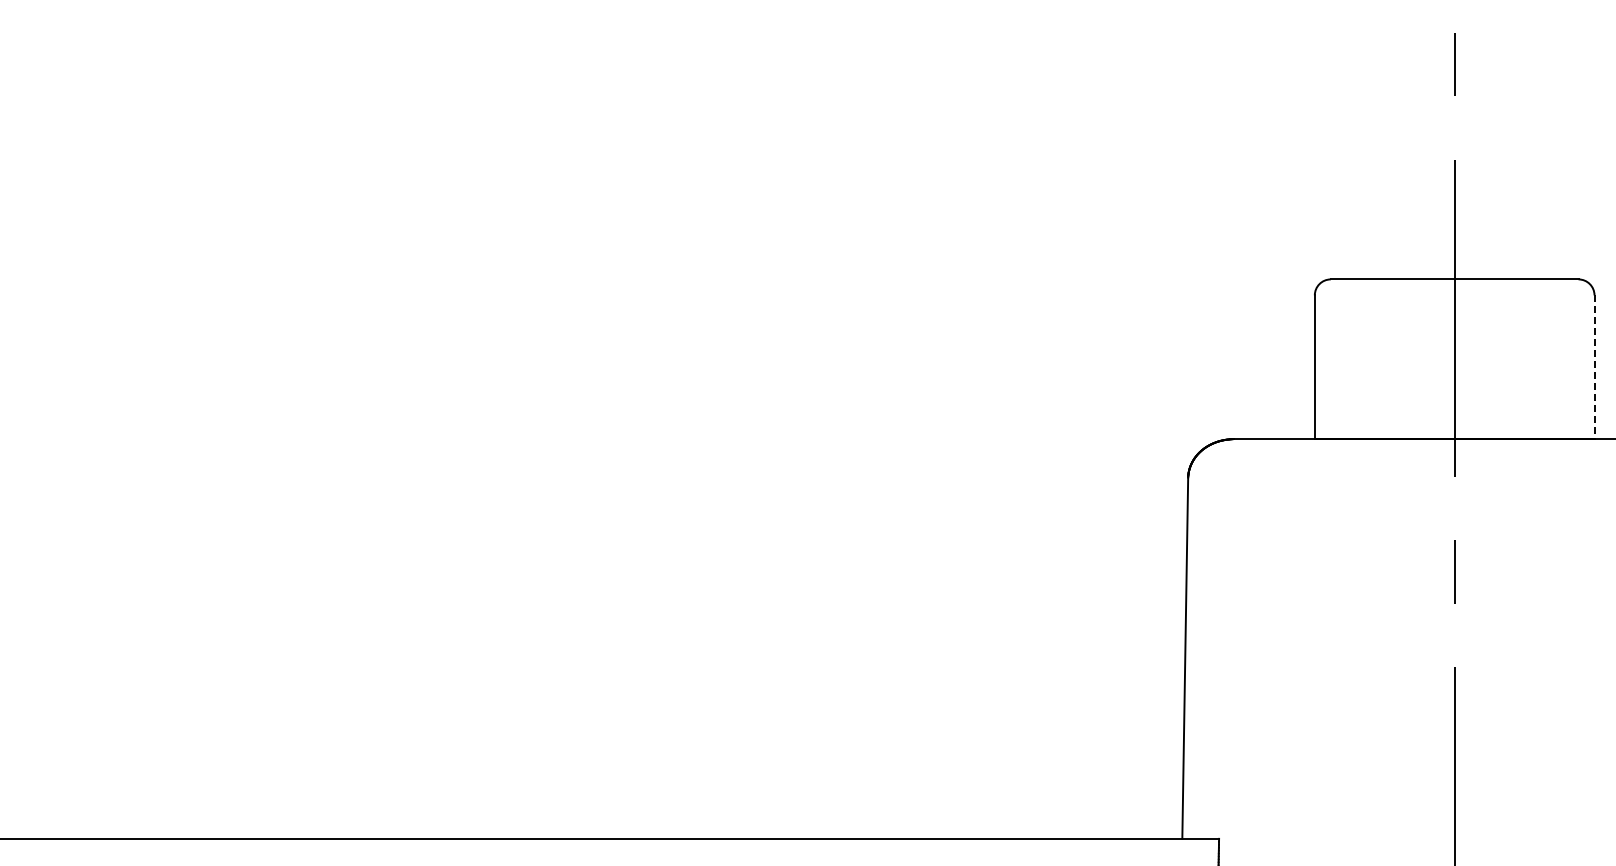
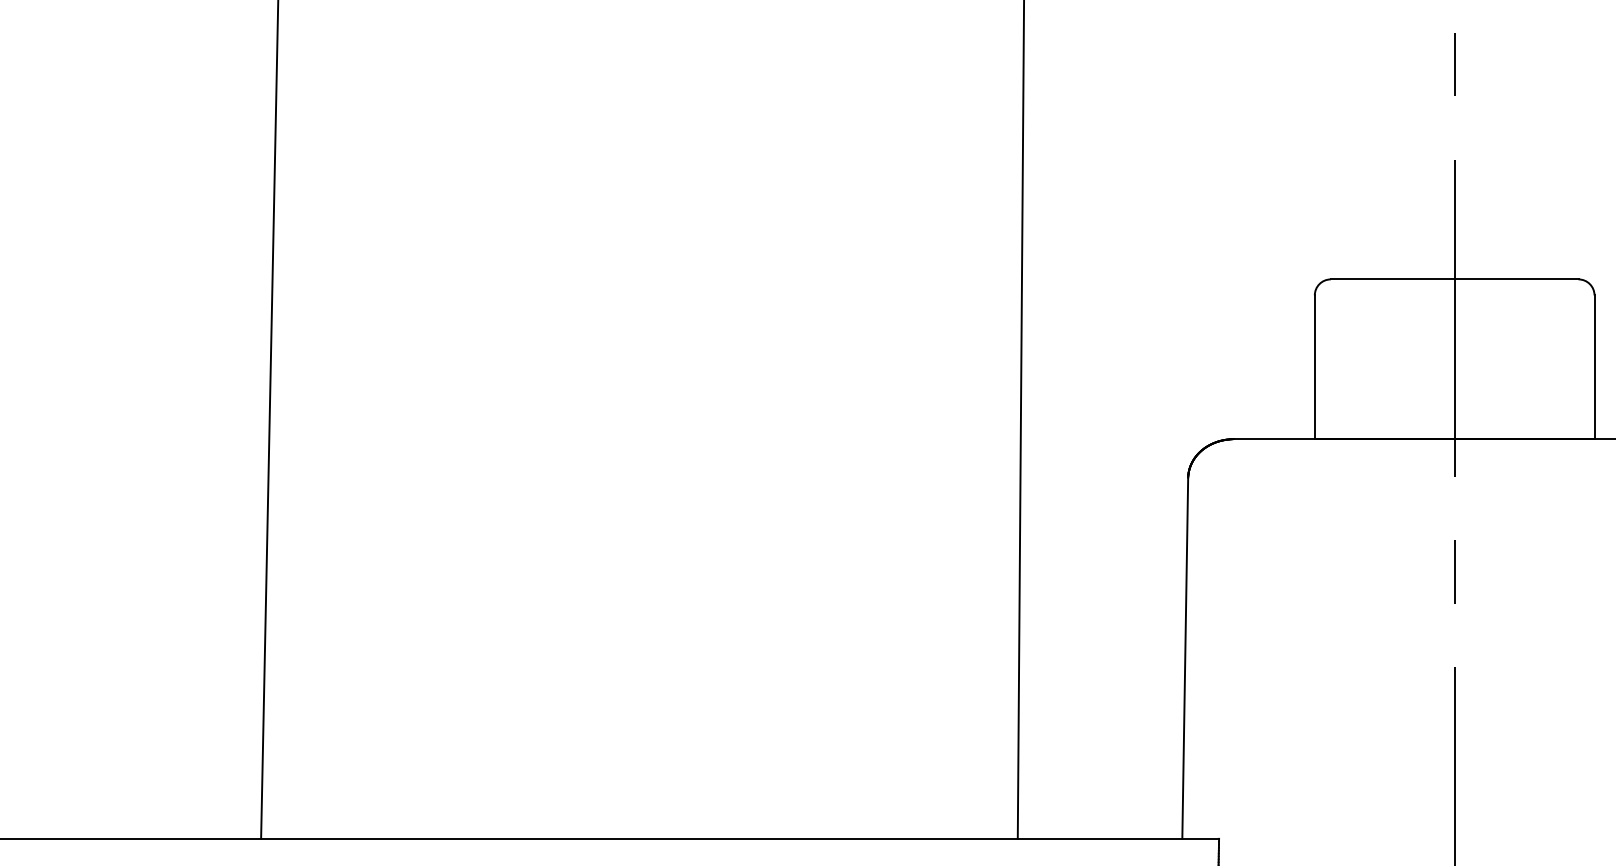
line at (1594, 367): dashed -> solid
line at (269, 420): none -> present
line at (1020, 420): none -> present
